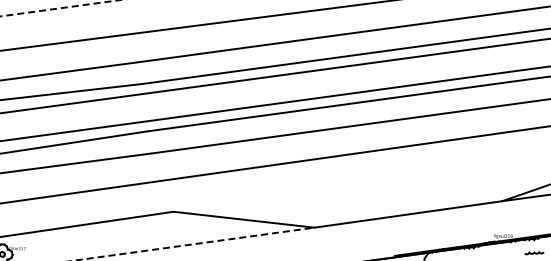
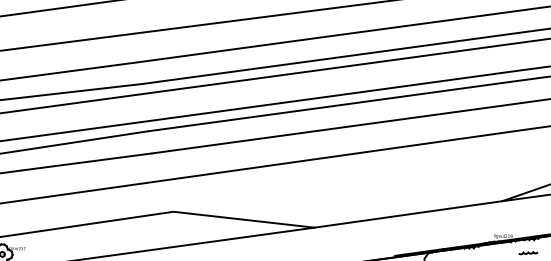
line at (60, 8): dashed -> solid
line at (193, 244): dashed -> solid
line at (534, 253) position: (534, 253) -> (528, 253)
